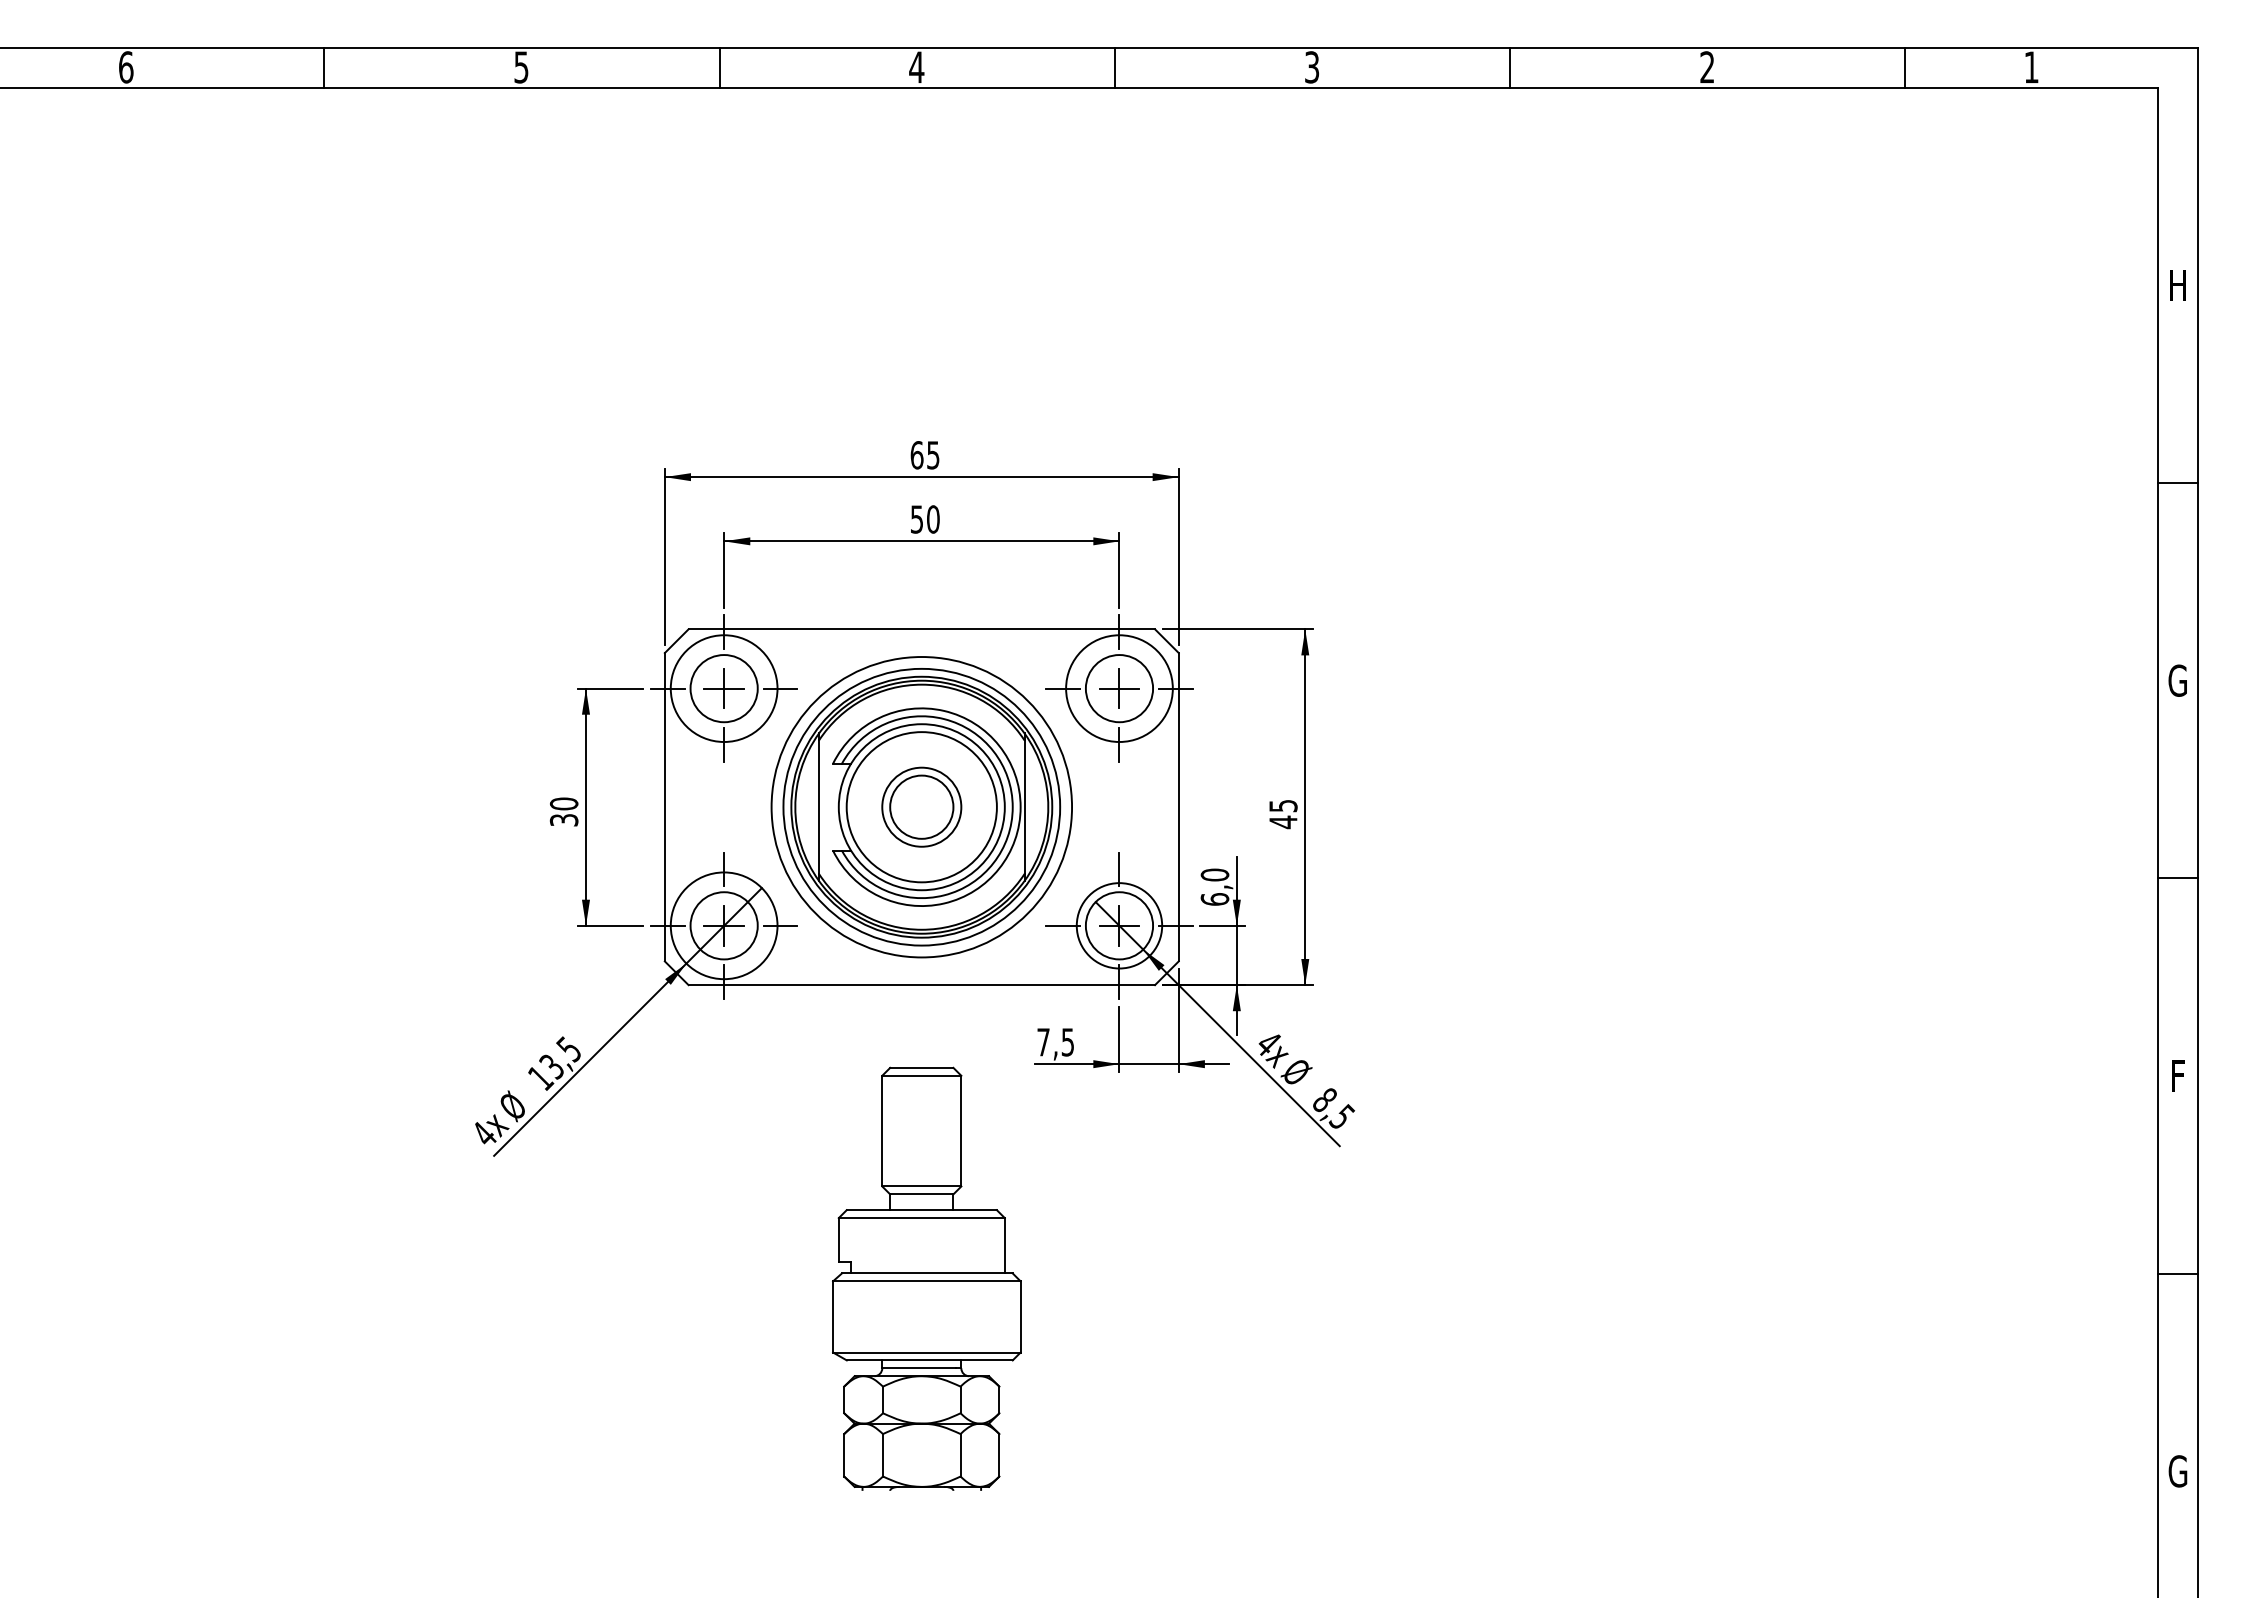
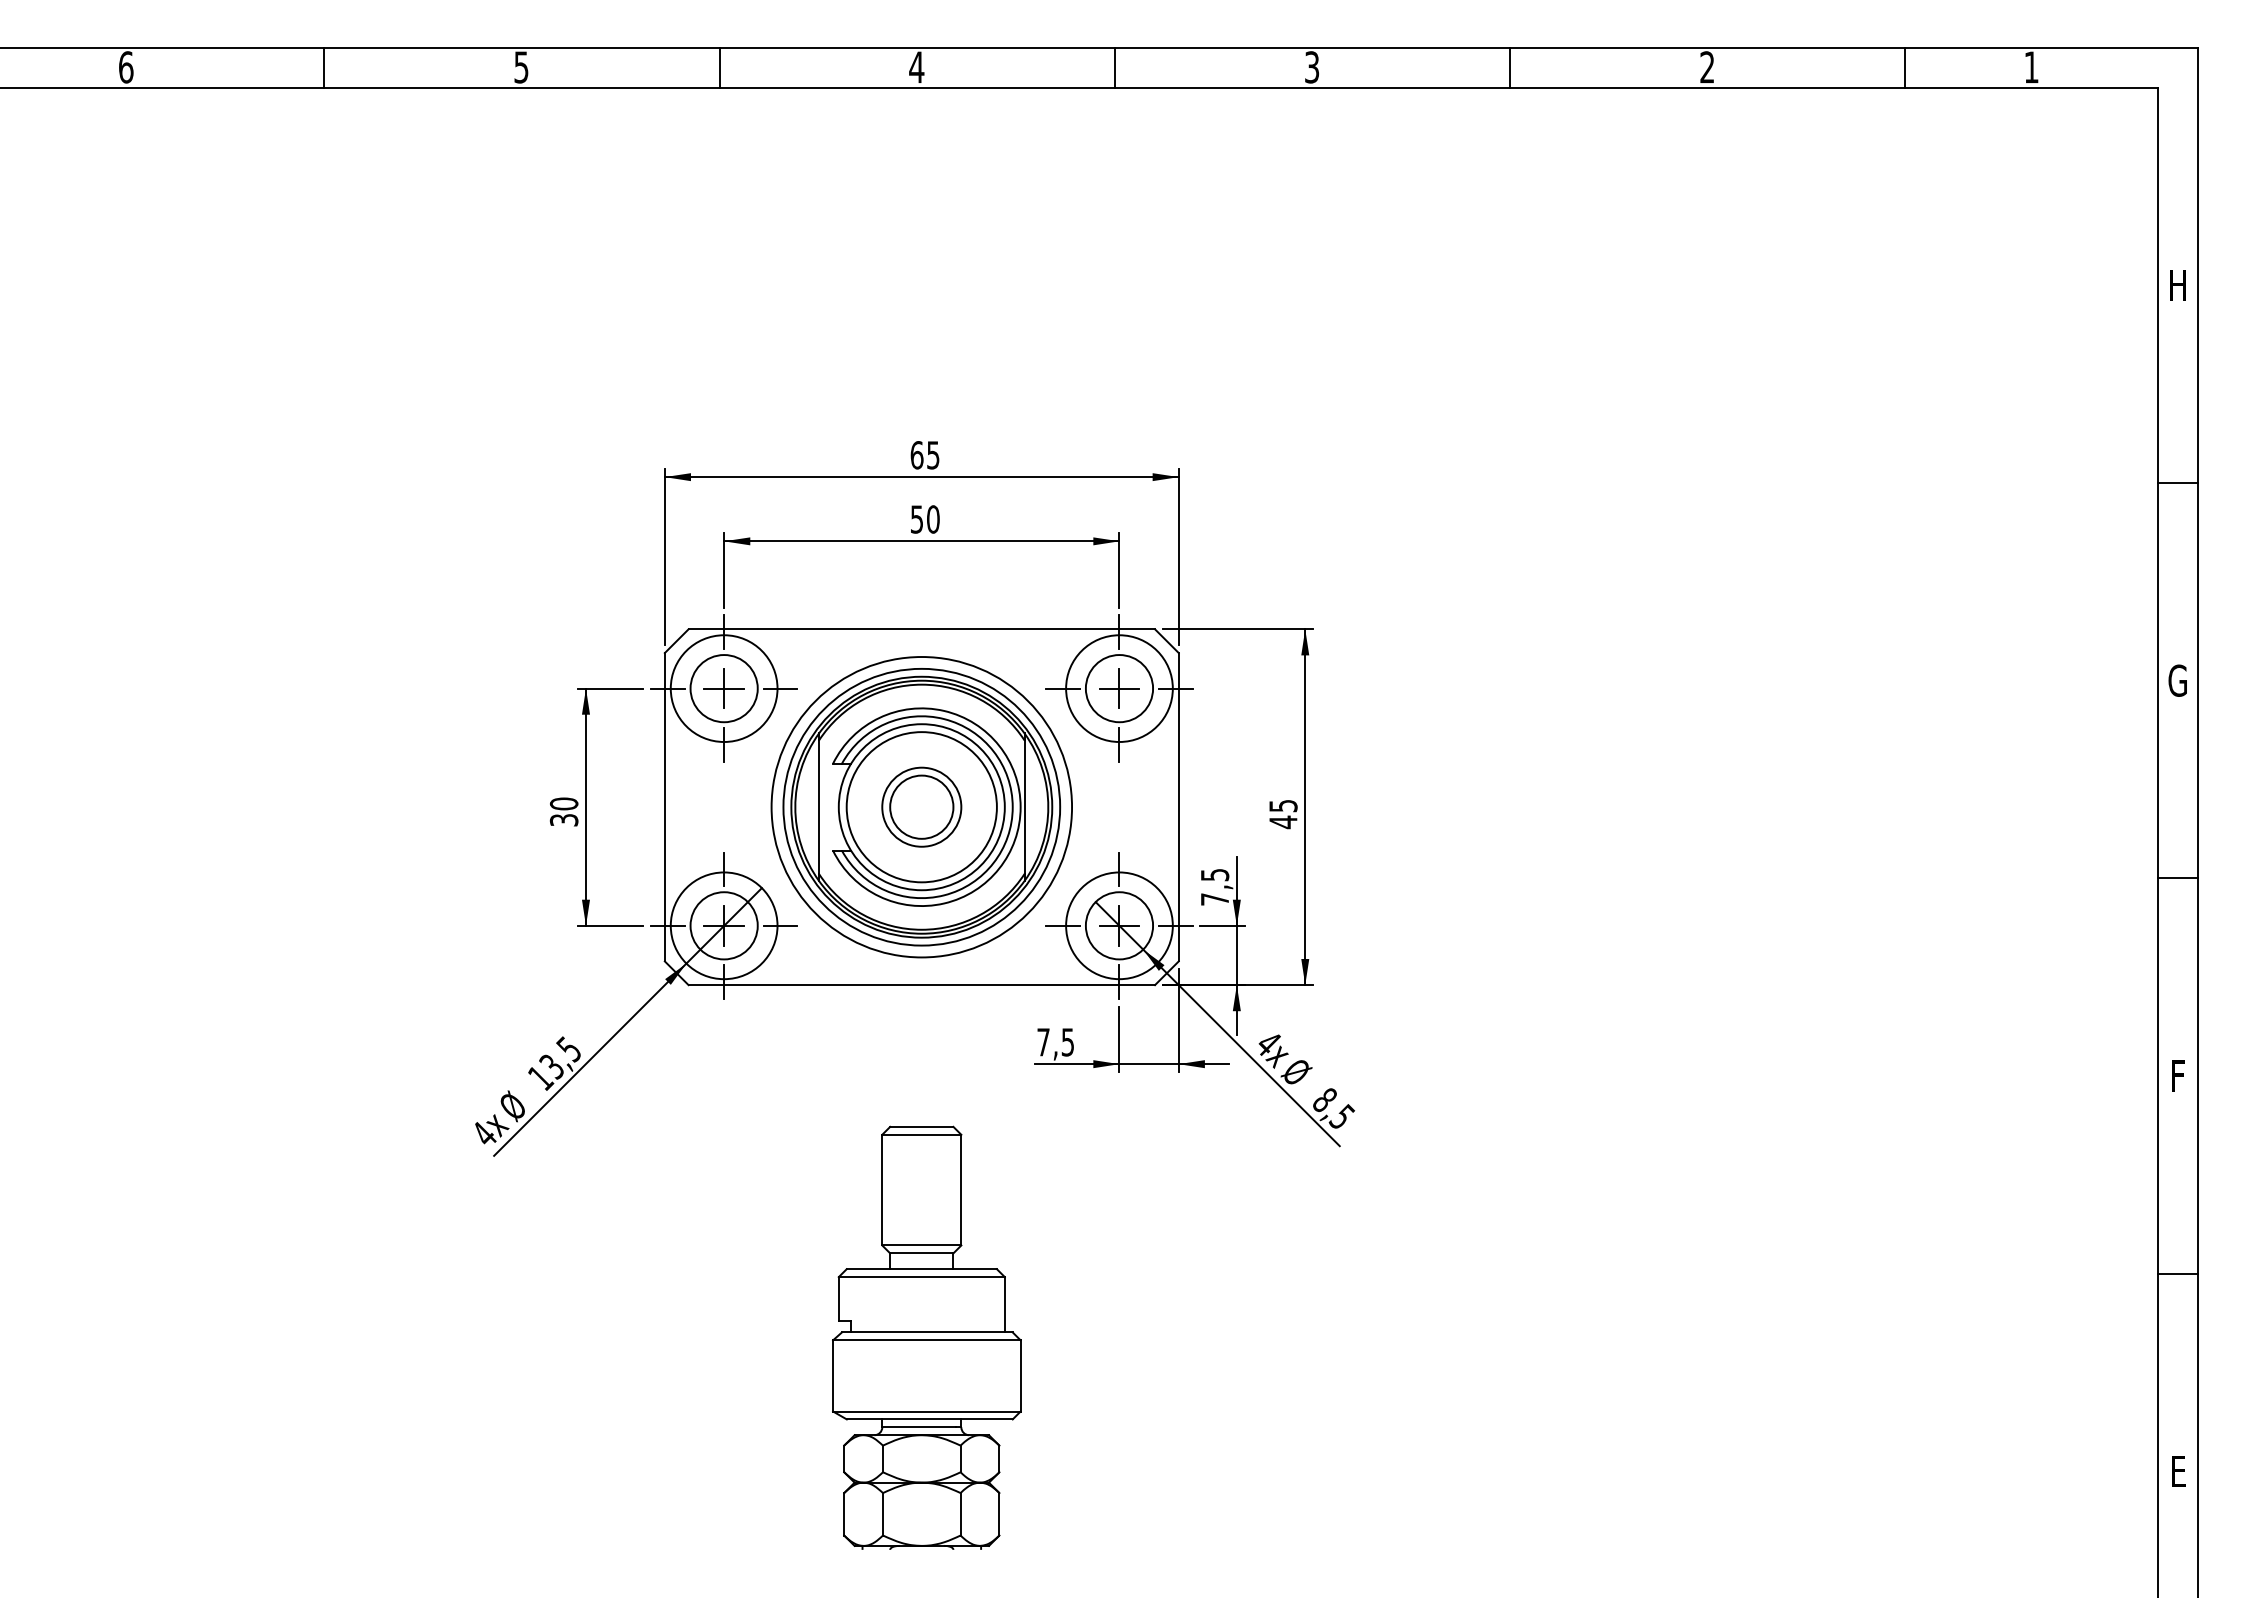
text at (1214, 886): 6,0 -> 7,5
circle at (1119, 925) diameter: 85 px -> 107 px
part at (926, 1278) position: (926, 1278) -> (926, 1337)
text at (2177, 1471): G -> E
